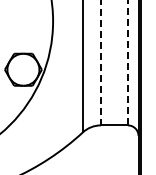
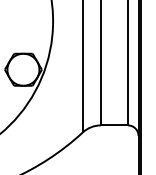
line at (127, 62): dashed -> solid
line at (100, 63): dashed -> solid
